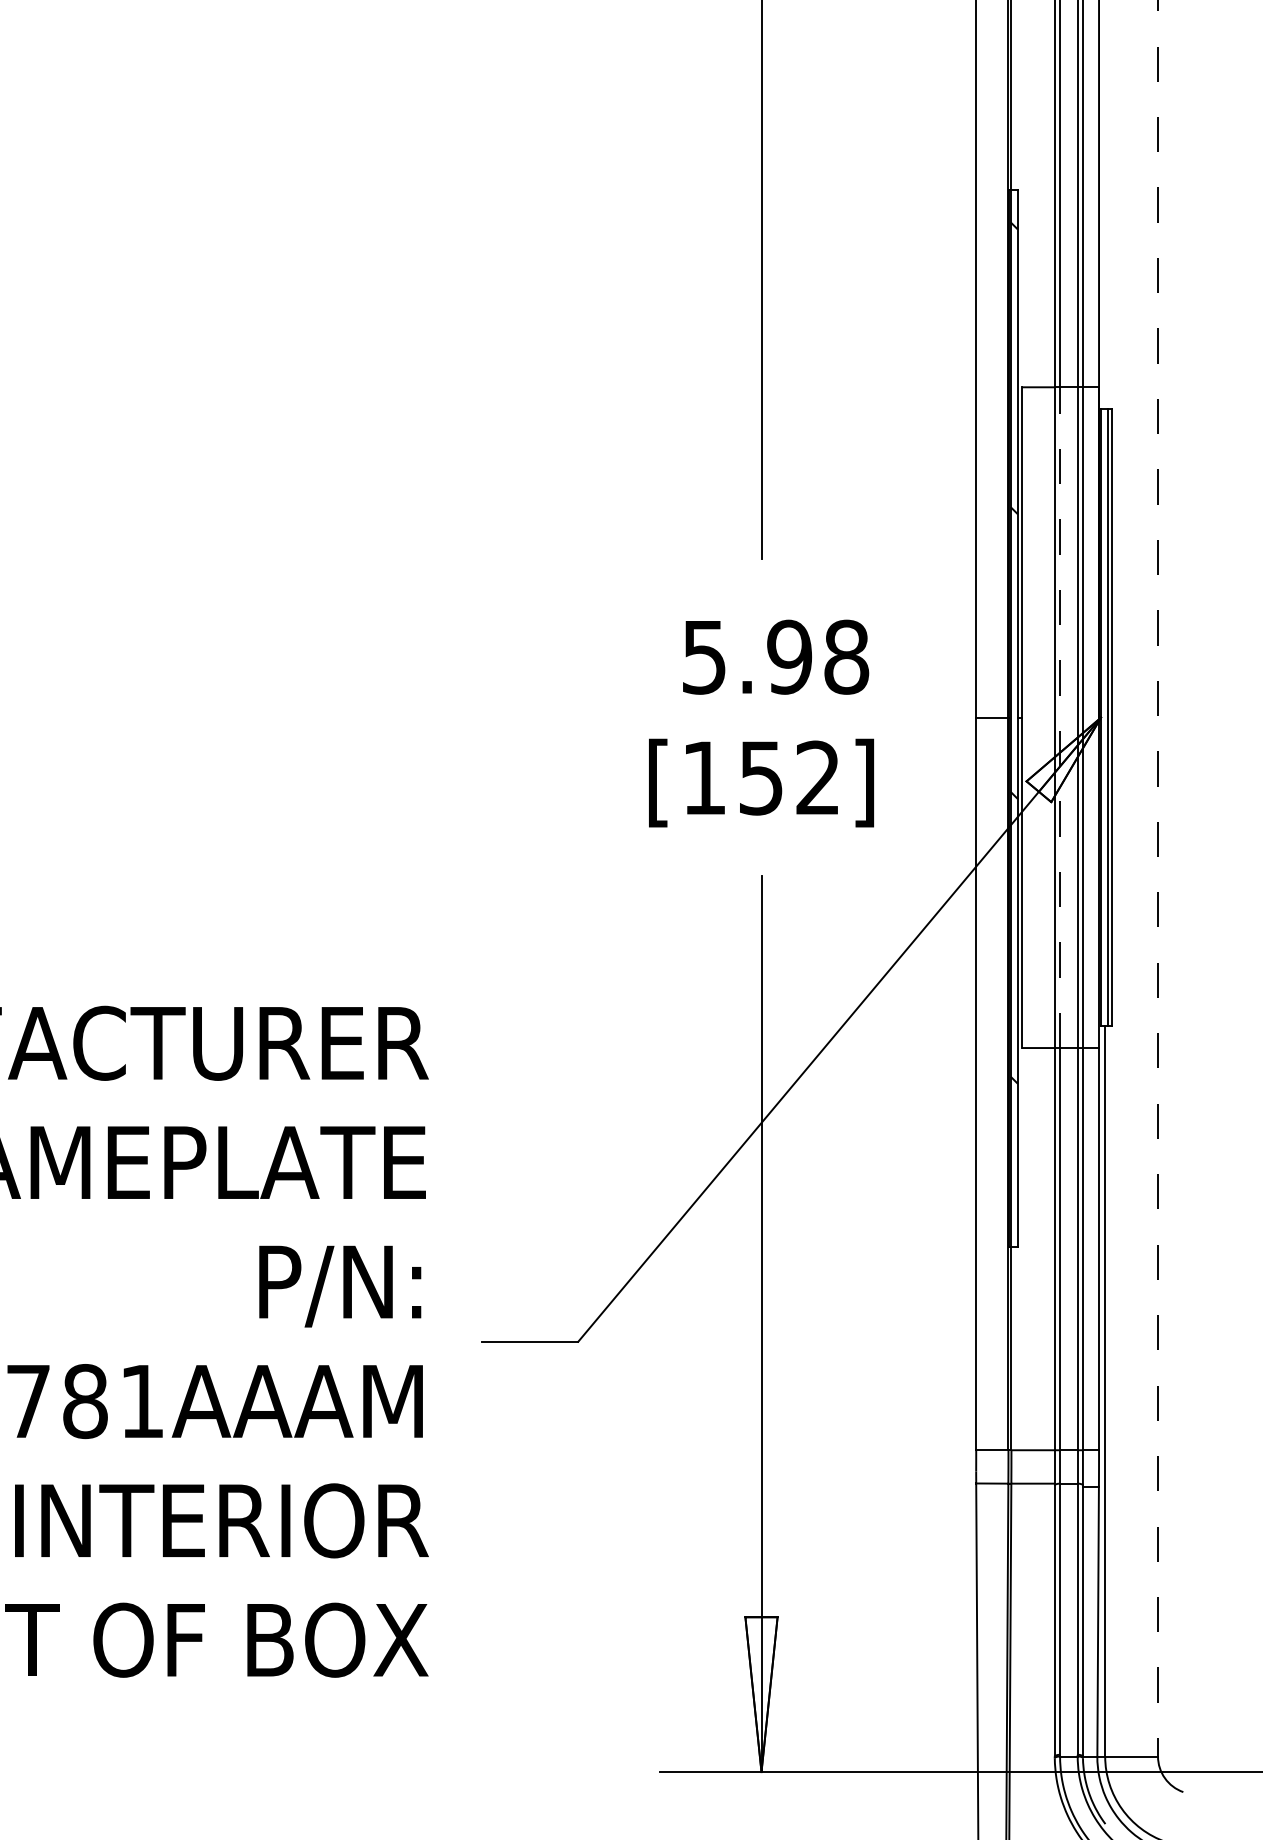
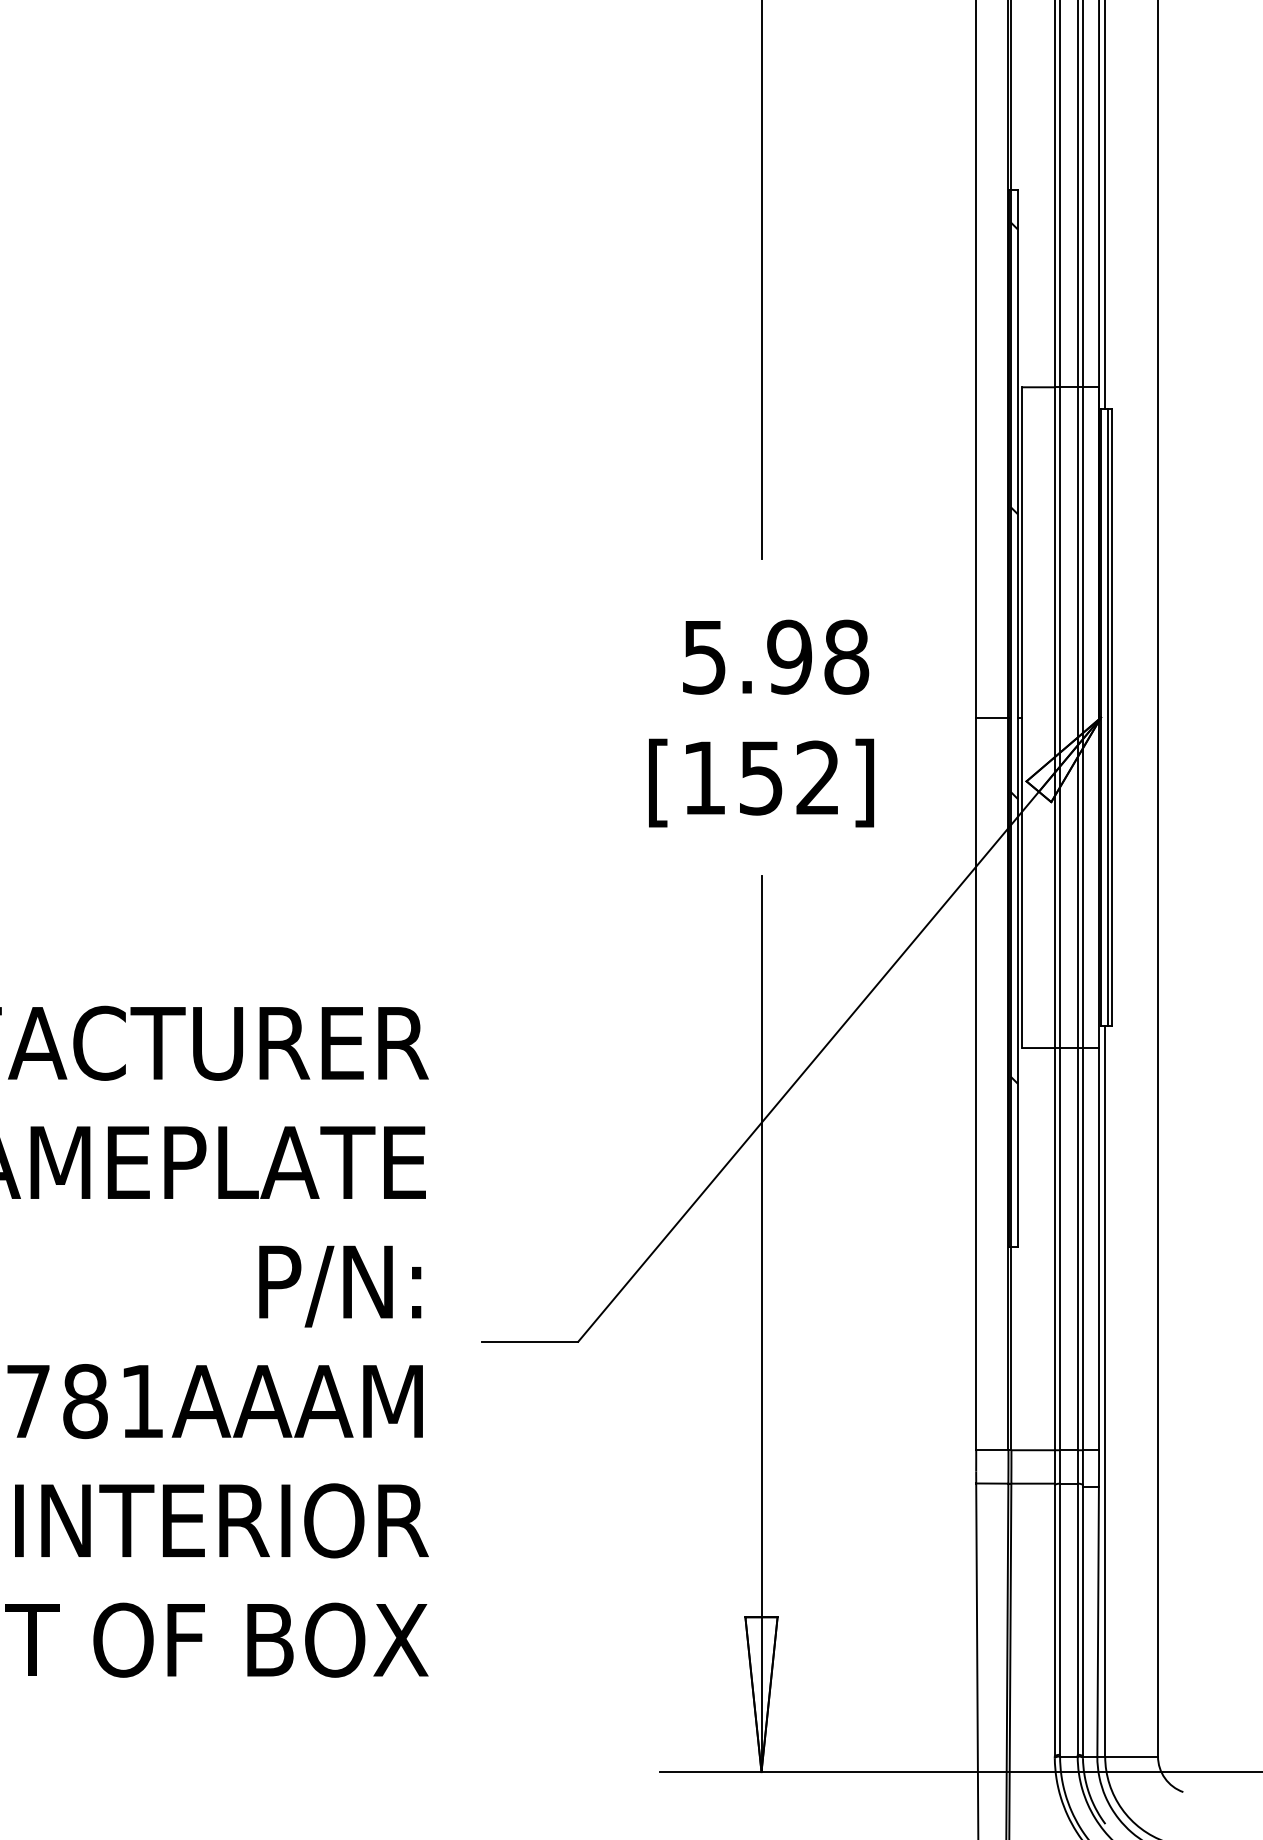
line at (1105, 205): none -> present
line at (1060, 717): dashed -> solid
line at (1158, 878): dashed -> solid
